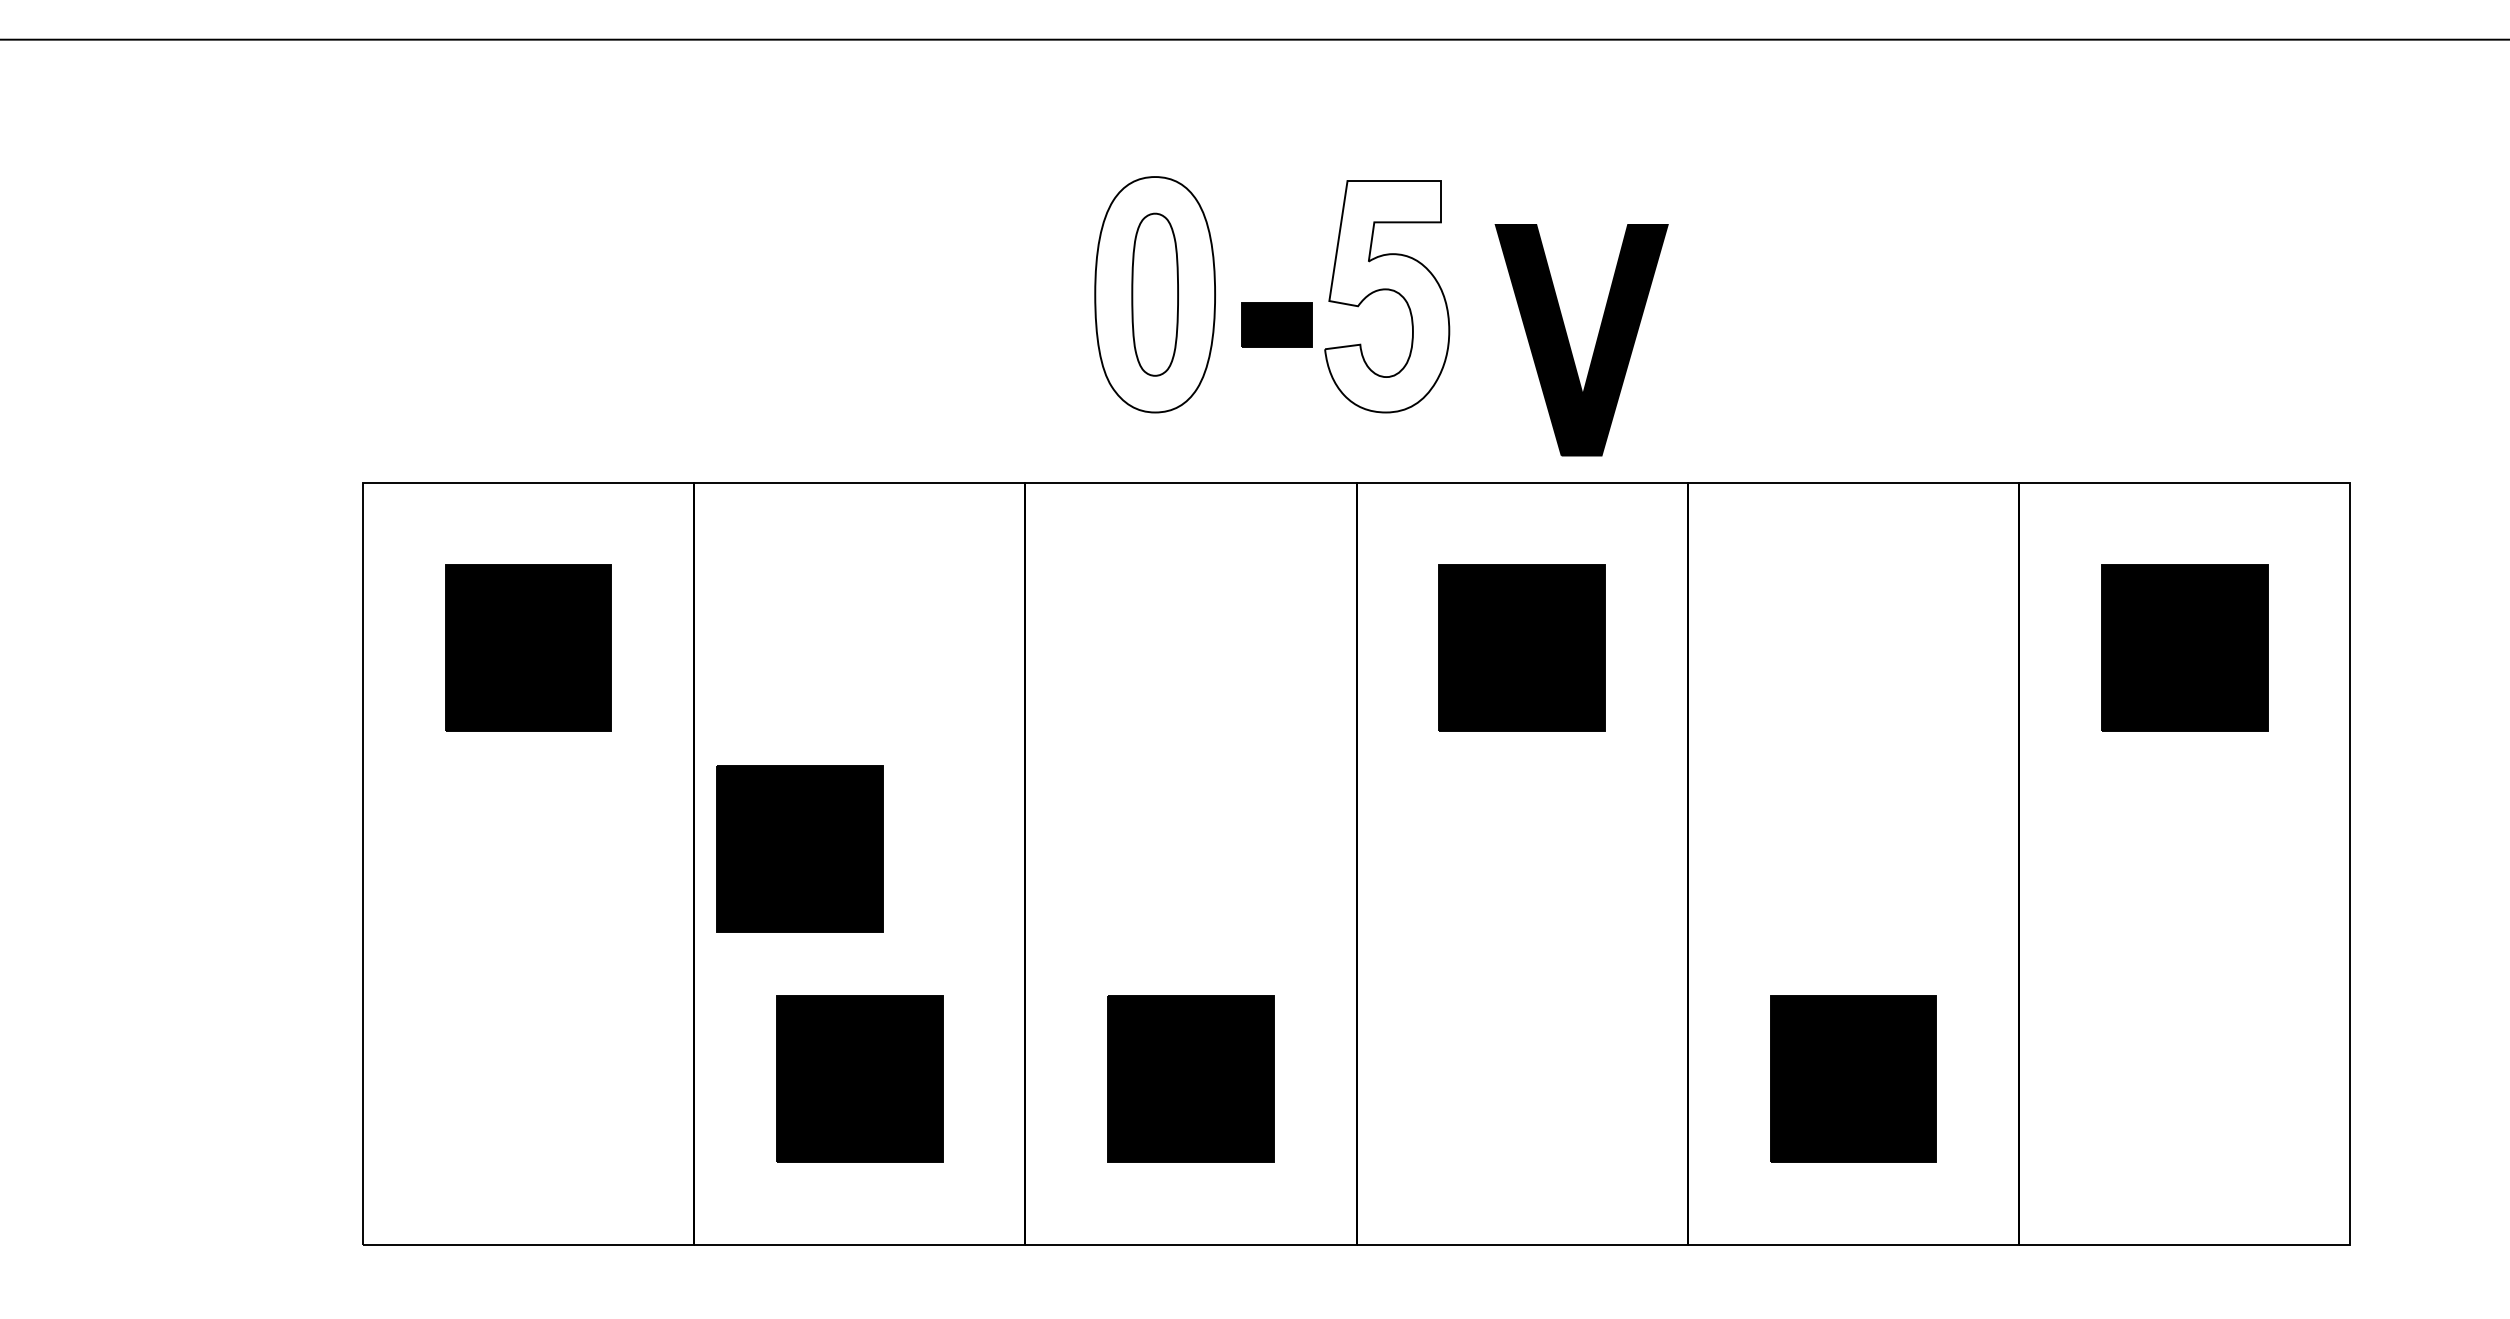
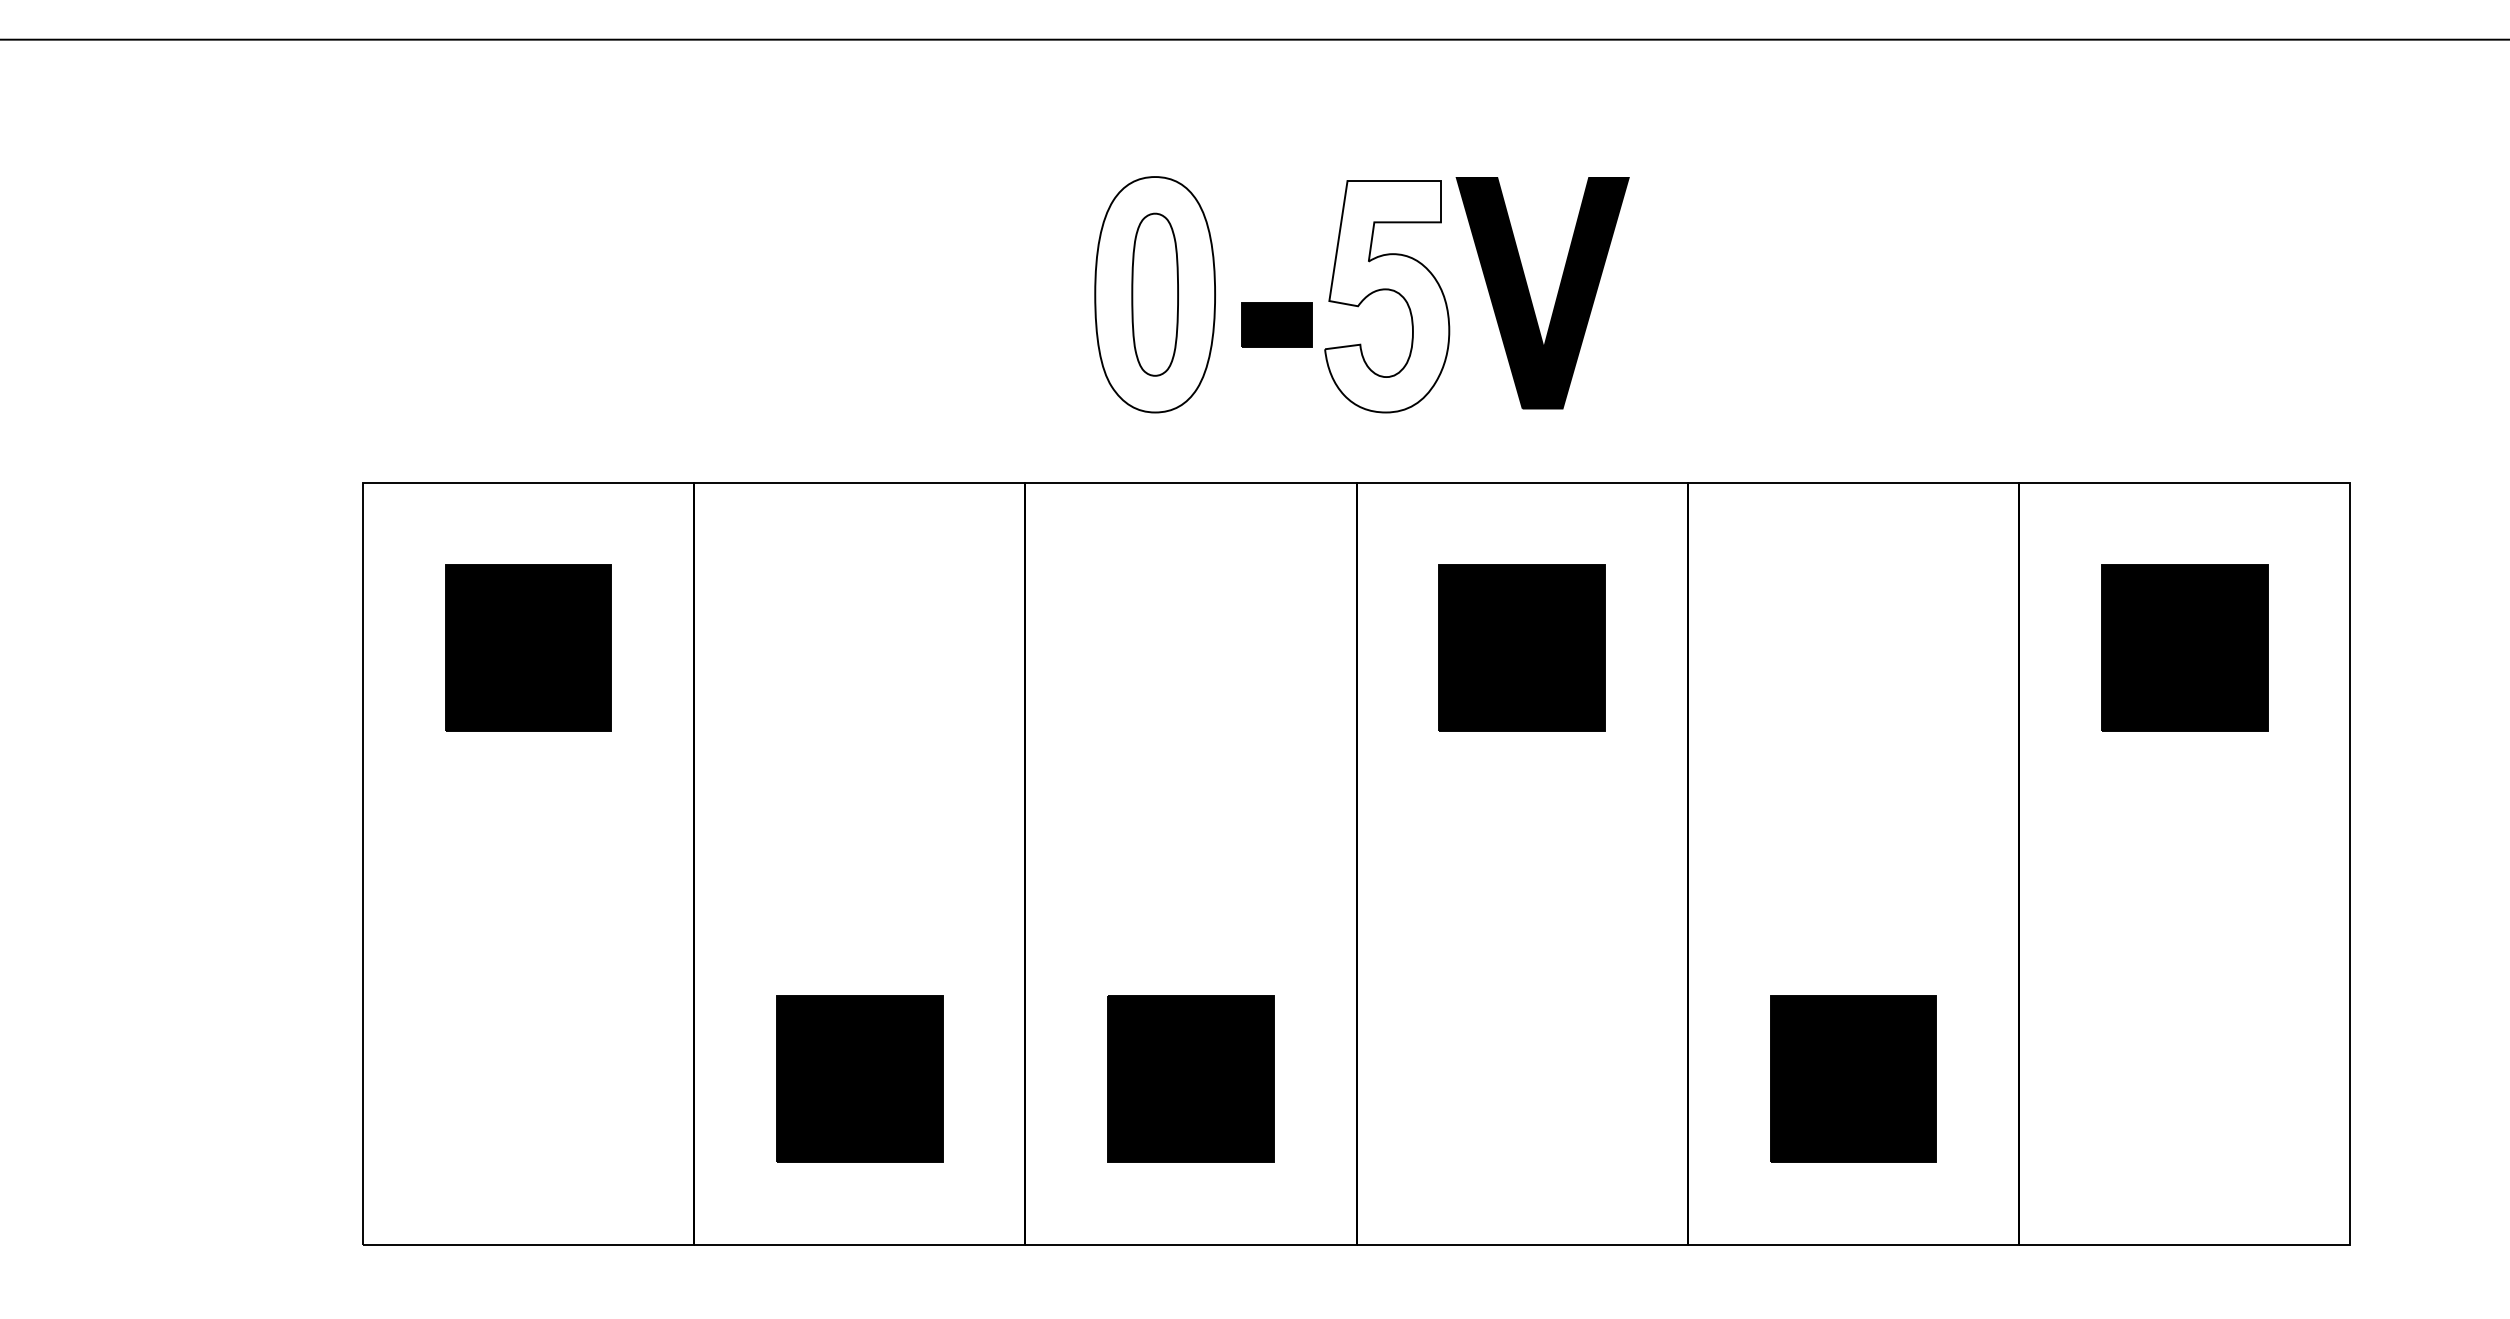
part at (1570, 345) position: (1570, 345) -> (1531, 298)
part at (799, 848): present -> none
